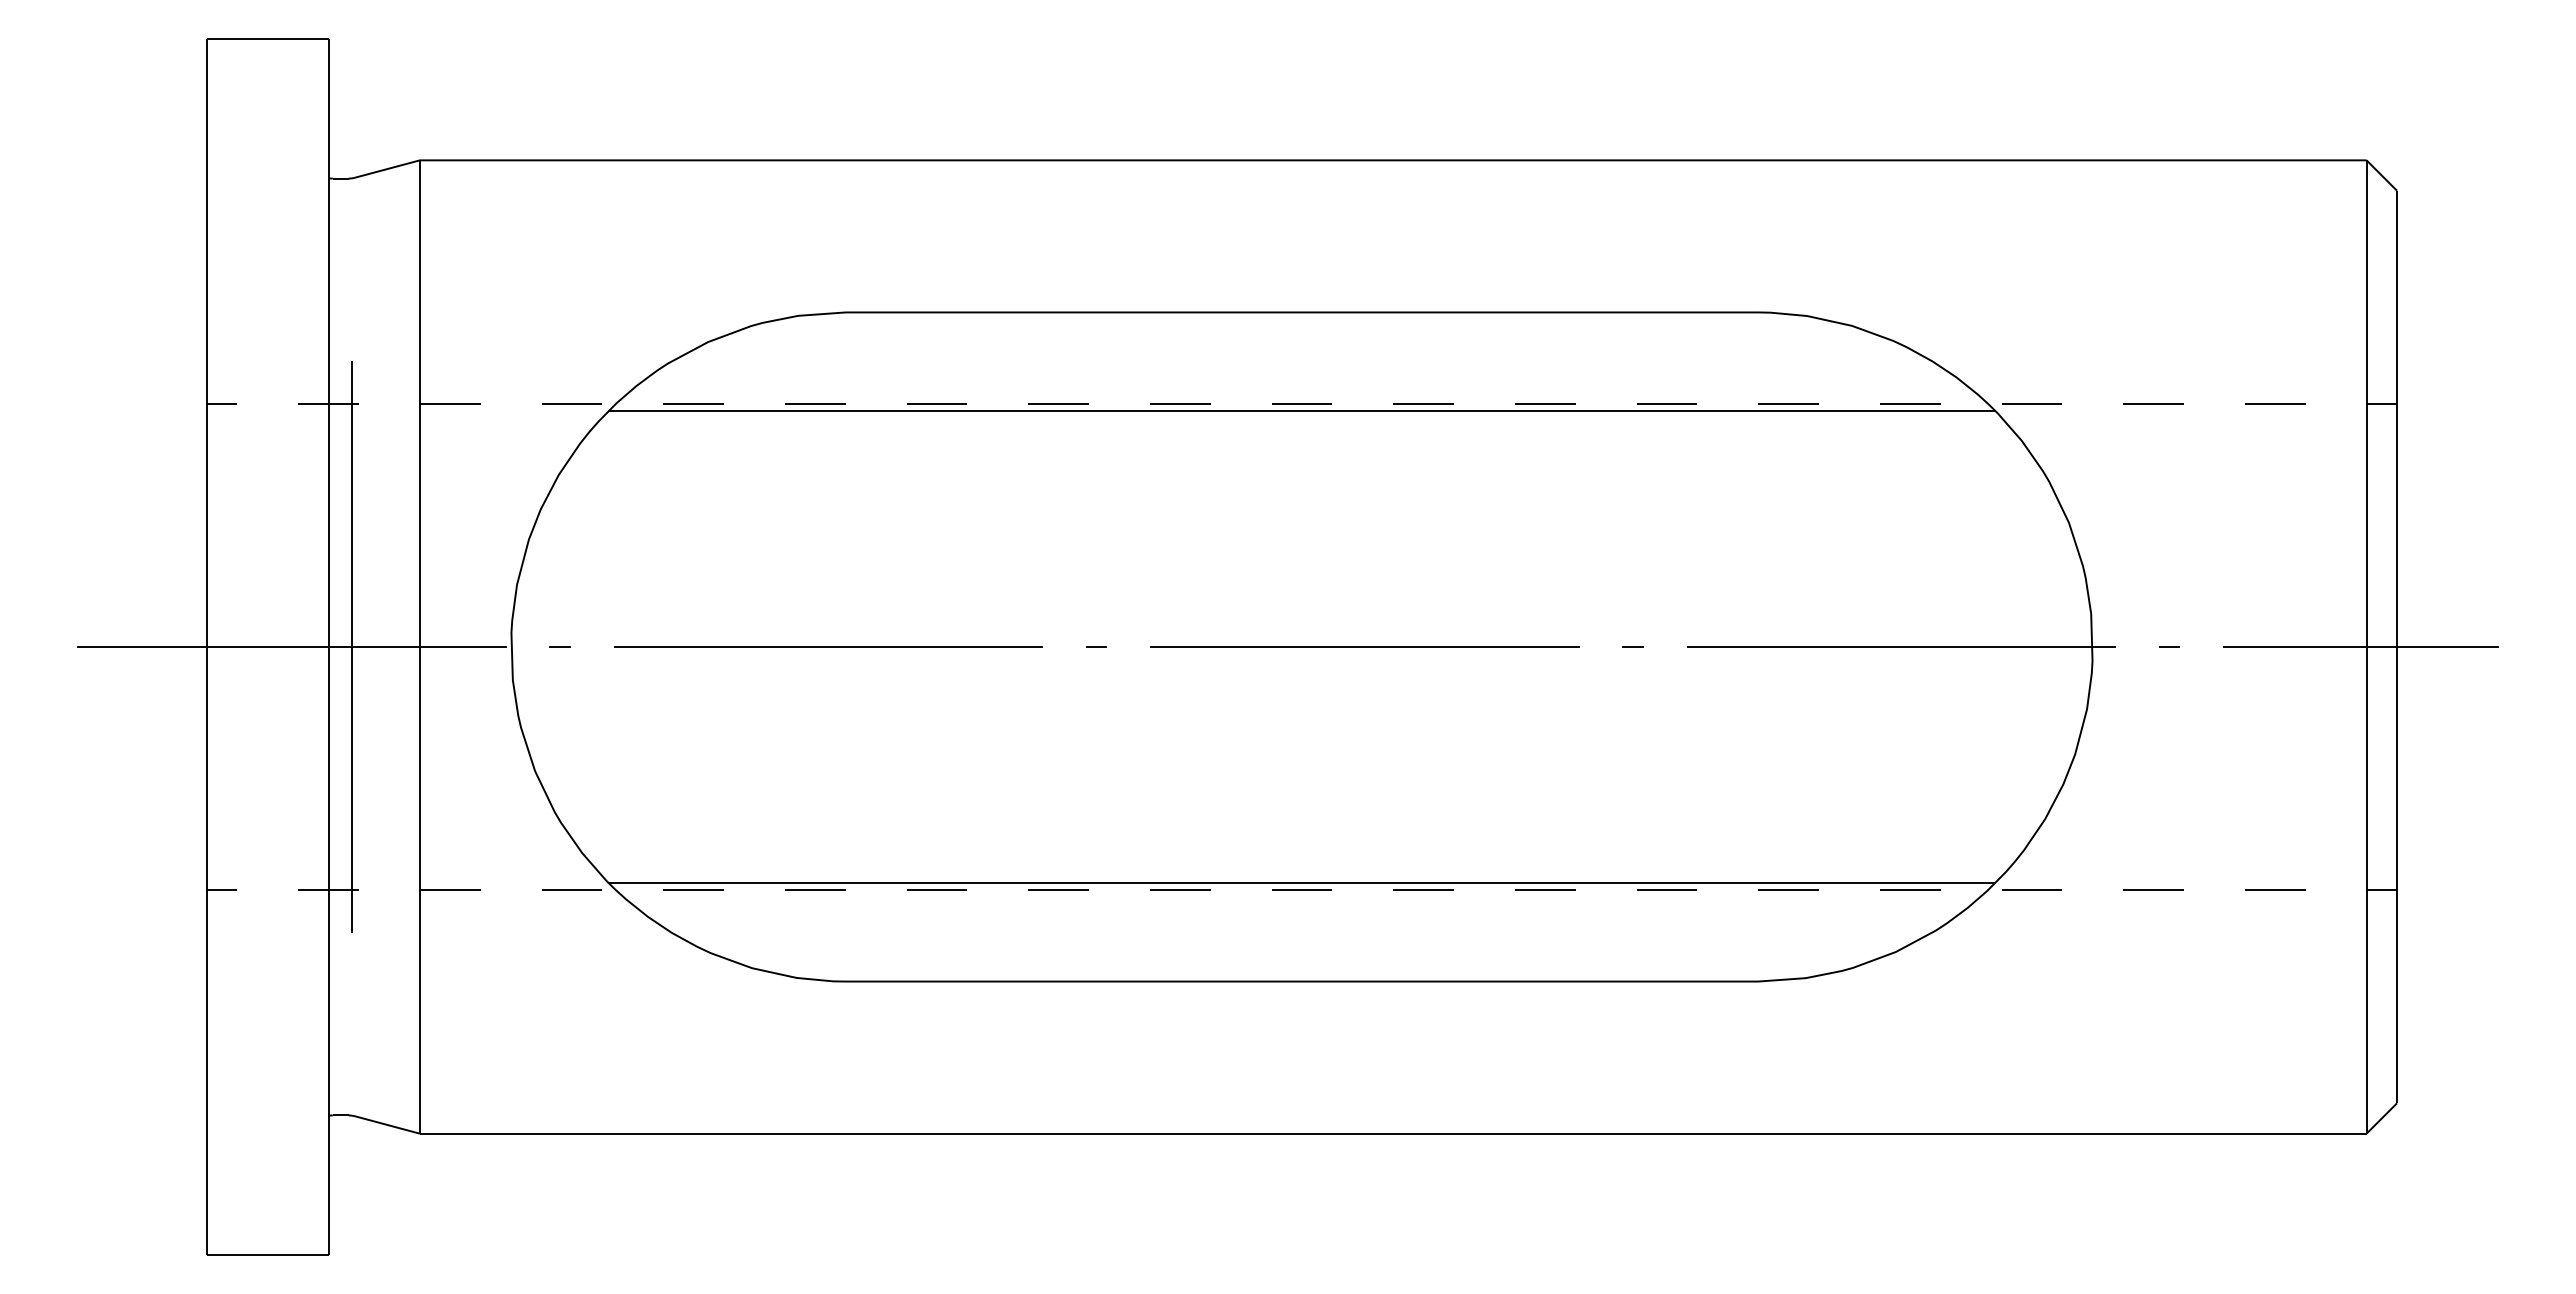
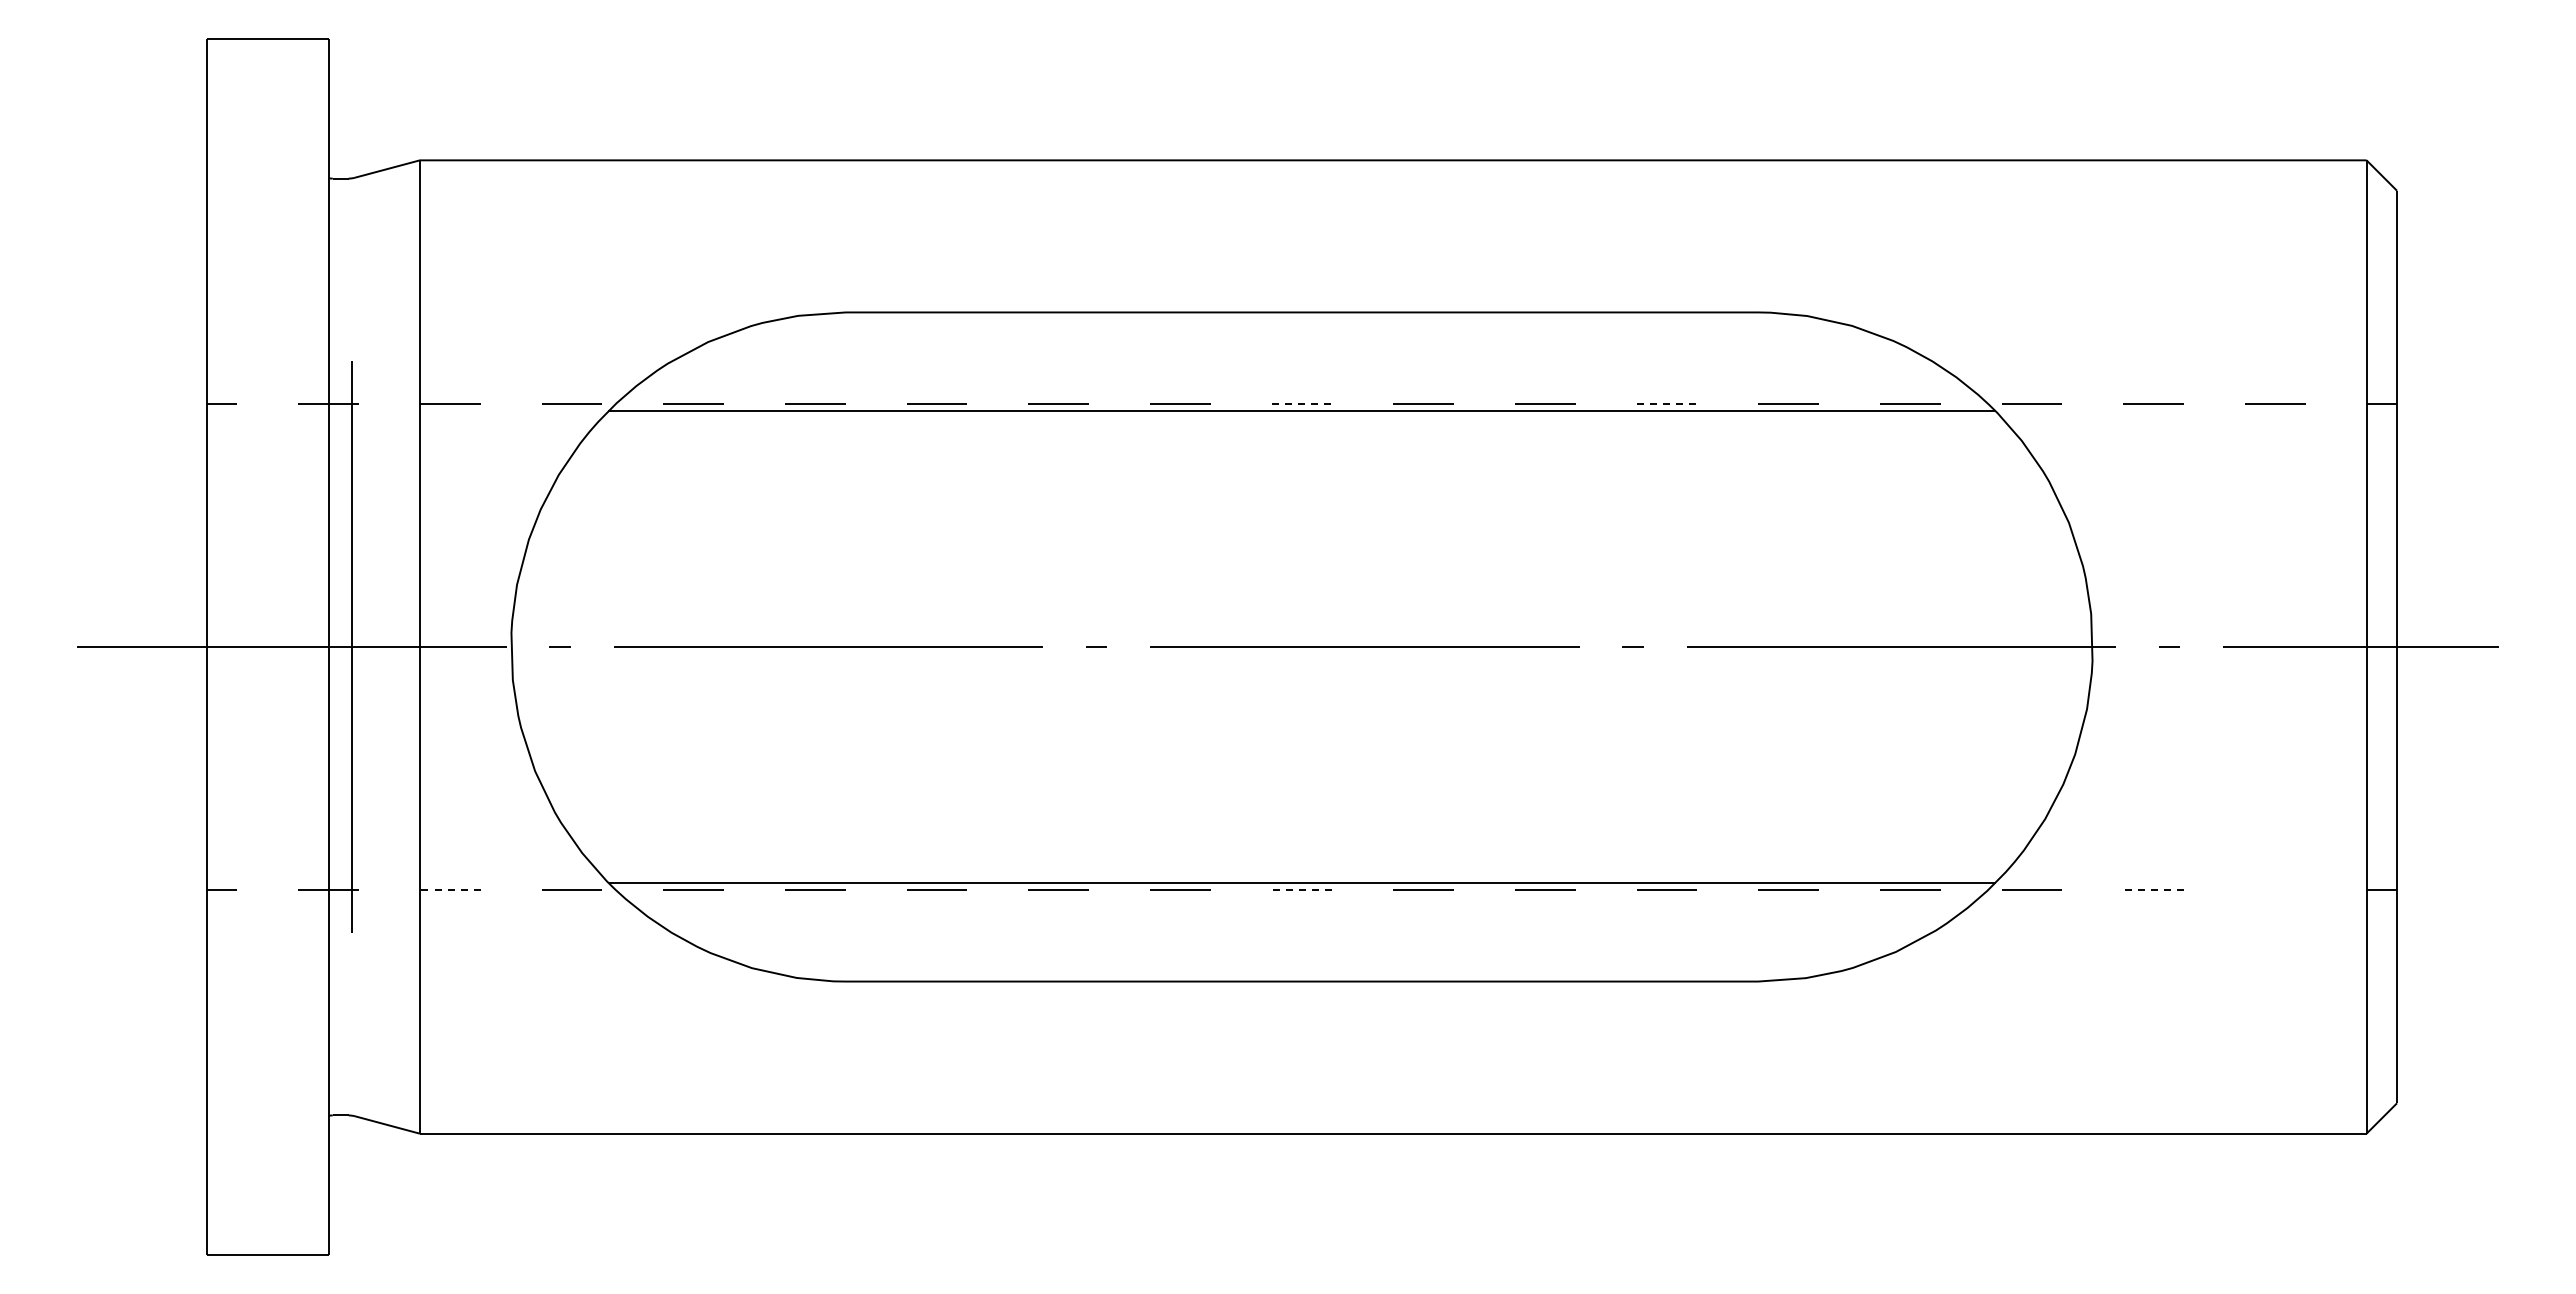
line at (1302, 403): solid -> dashed
line at (1667, 403): solid -> dashed
line at (2275, 889): present -> none
line at (449, 890): solid -> dashed
line at (1301, 890): solid -> dashed
line at (2153, 890): solid -> dashed
